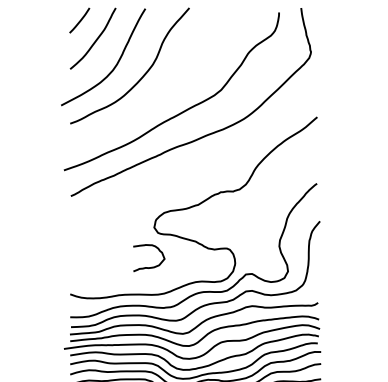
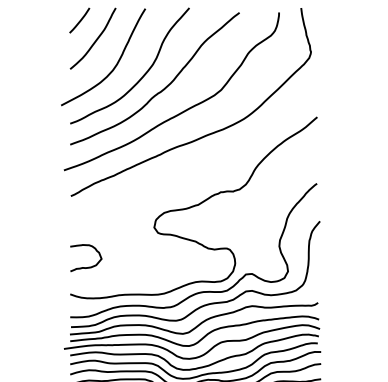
curve at (160, 90): none -> present
curve at (151, 266) position: (151, 266) -> (88, 266)
